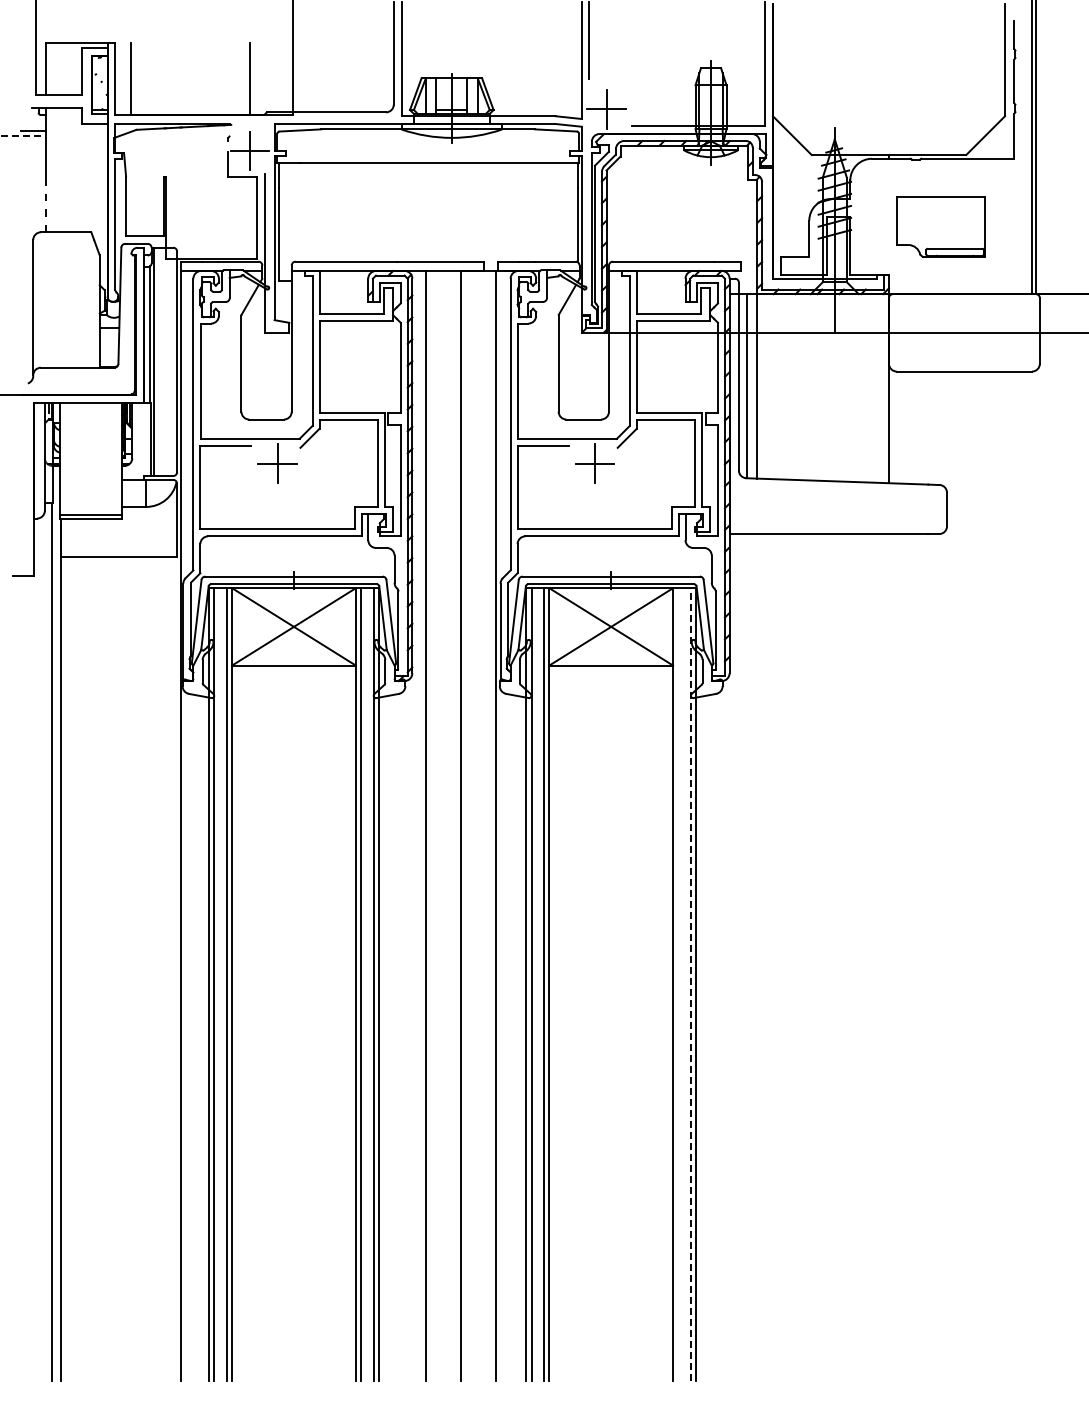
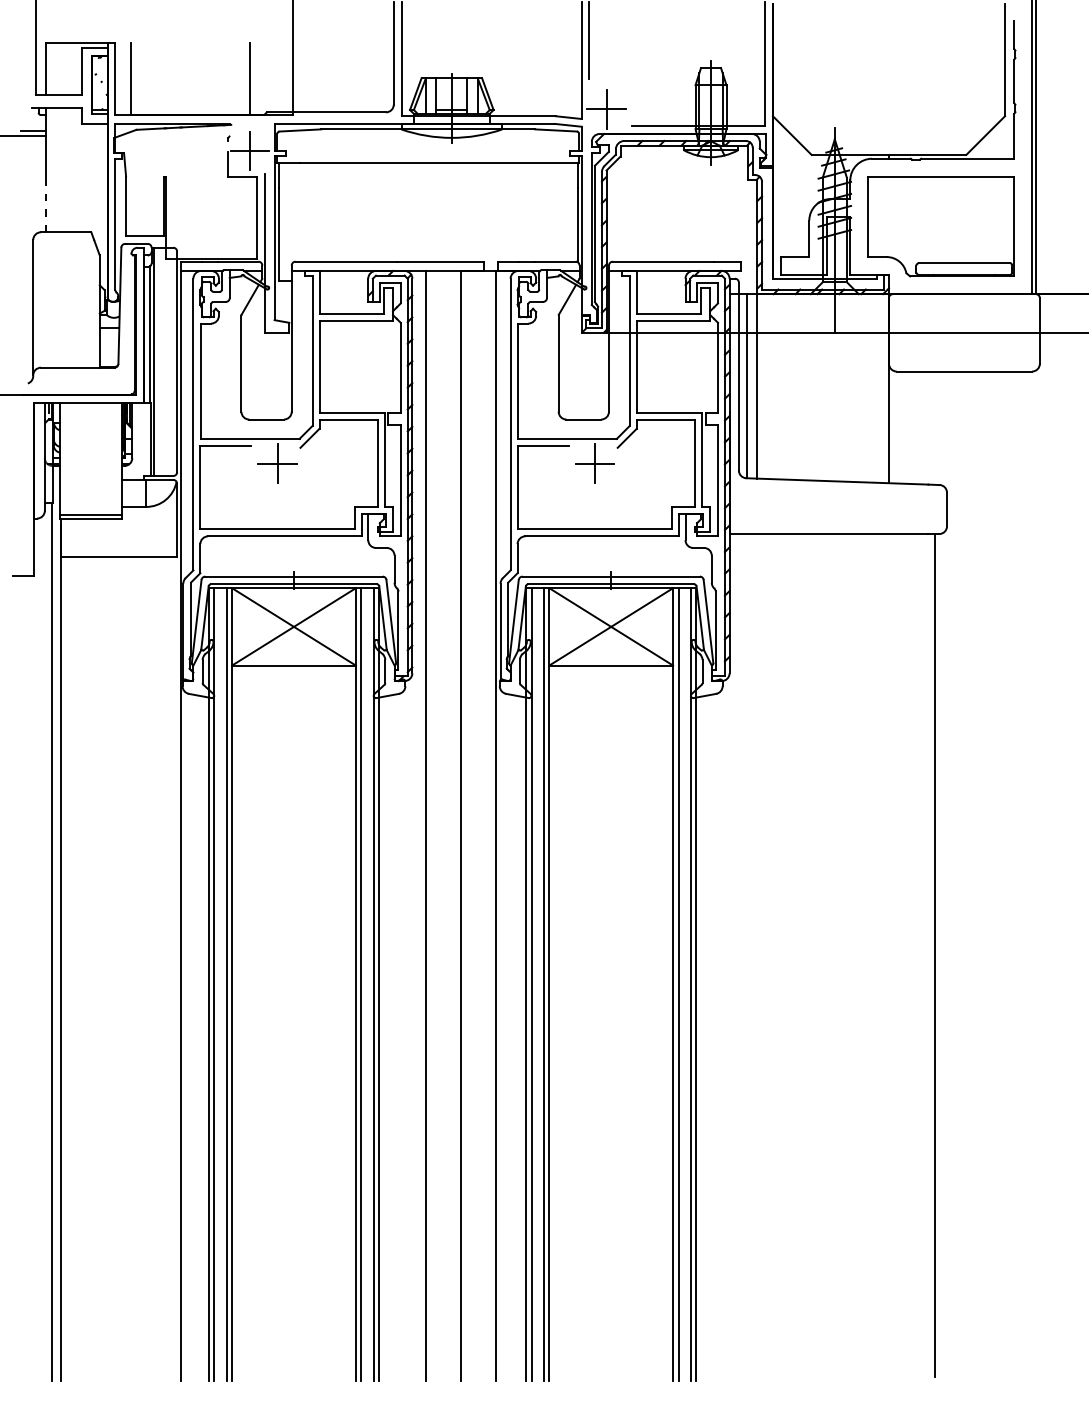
line at (23, 135): dashed -> solid
part at (940, 226) size: 90x62 px -> 148x102 px
line at (935, 955): none -> present
line at (678, 984): none -> present
line at (690, 984): dashed -> solid
